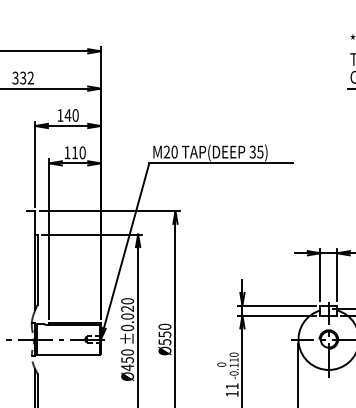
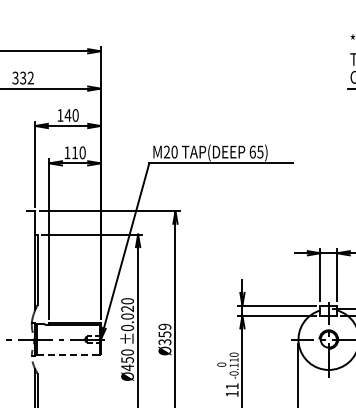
text at (252, 151): 35) -> 65)
text at (164, 333): Ø550 -> Ø359
line at (68, 354): solid -> dashed
